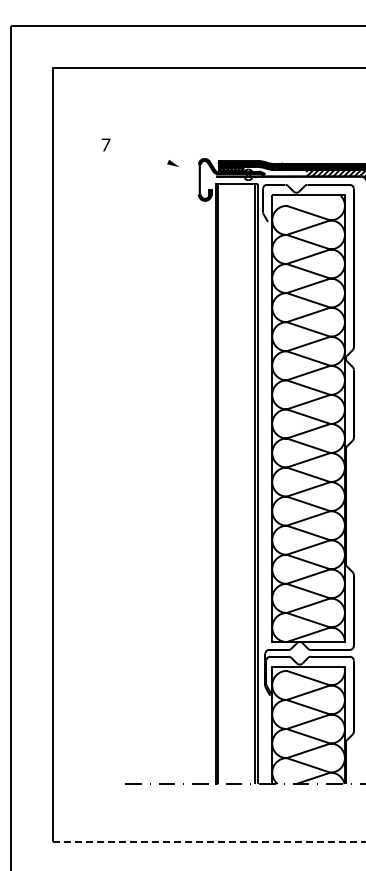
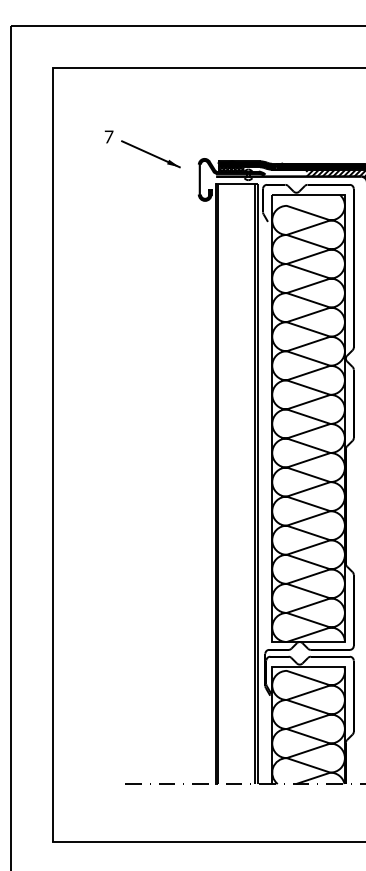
text at (105, 144) position: (105, 144) -> (108, 136)
line at (150, 154): none -> present
line at (209, 842): dashed -> solid
